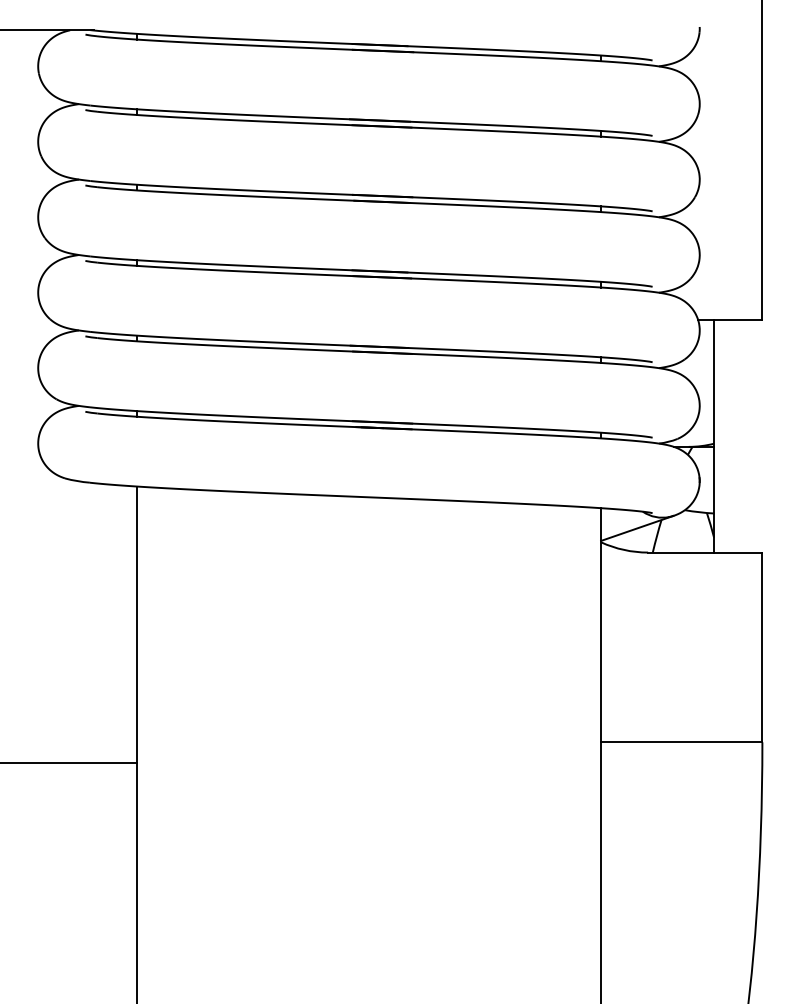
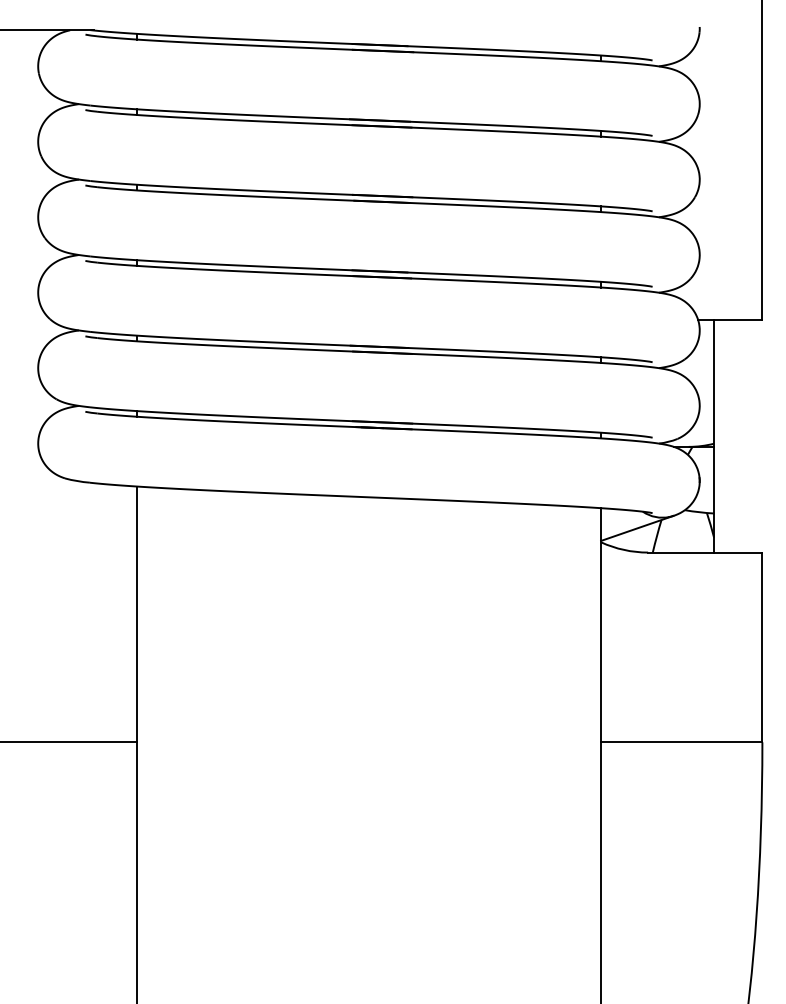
line at (69, 763) position: (69, 763) -> (69, 742)
